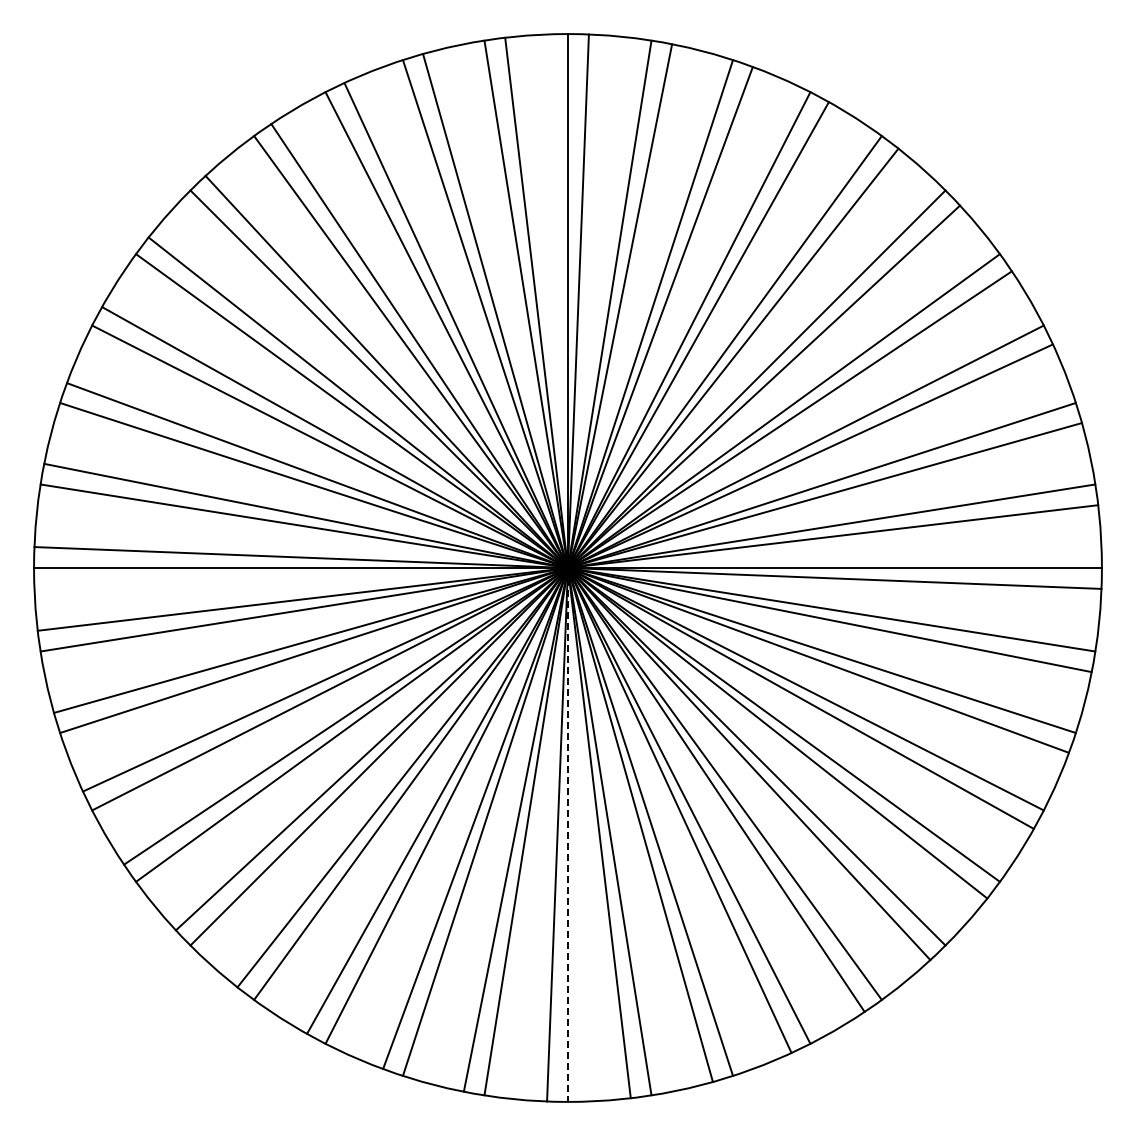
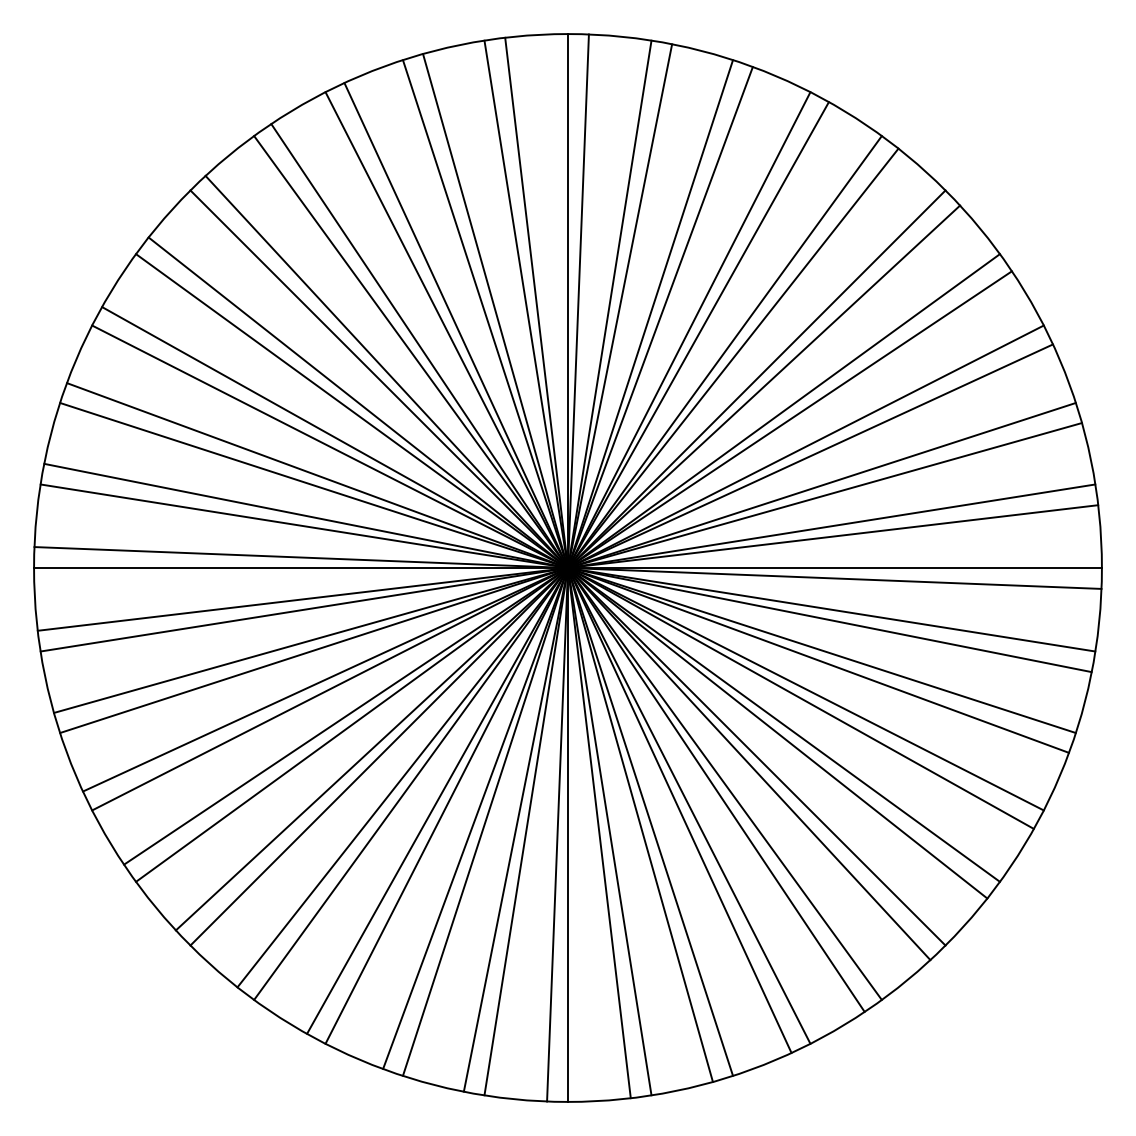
line at (568, 834): dashed -> solid
